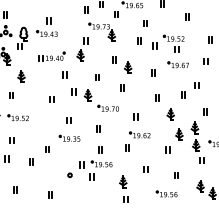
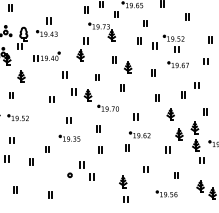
part at (5, 14) position: (5, 14) -> (10, 7)
part at (51, 56) position: (51, 56) -> (46, 56)
part at (101, 163): present -> none
